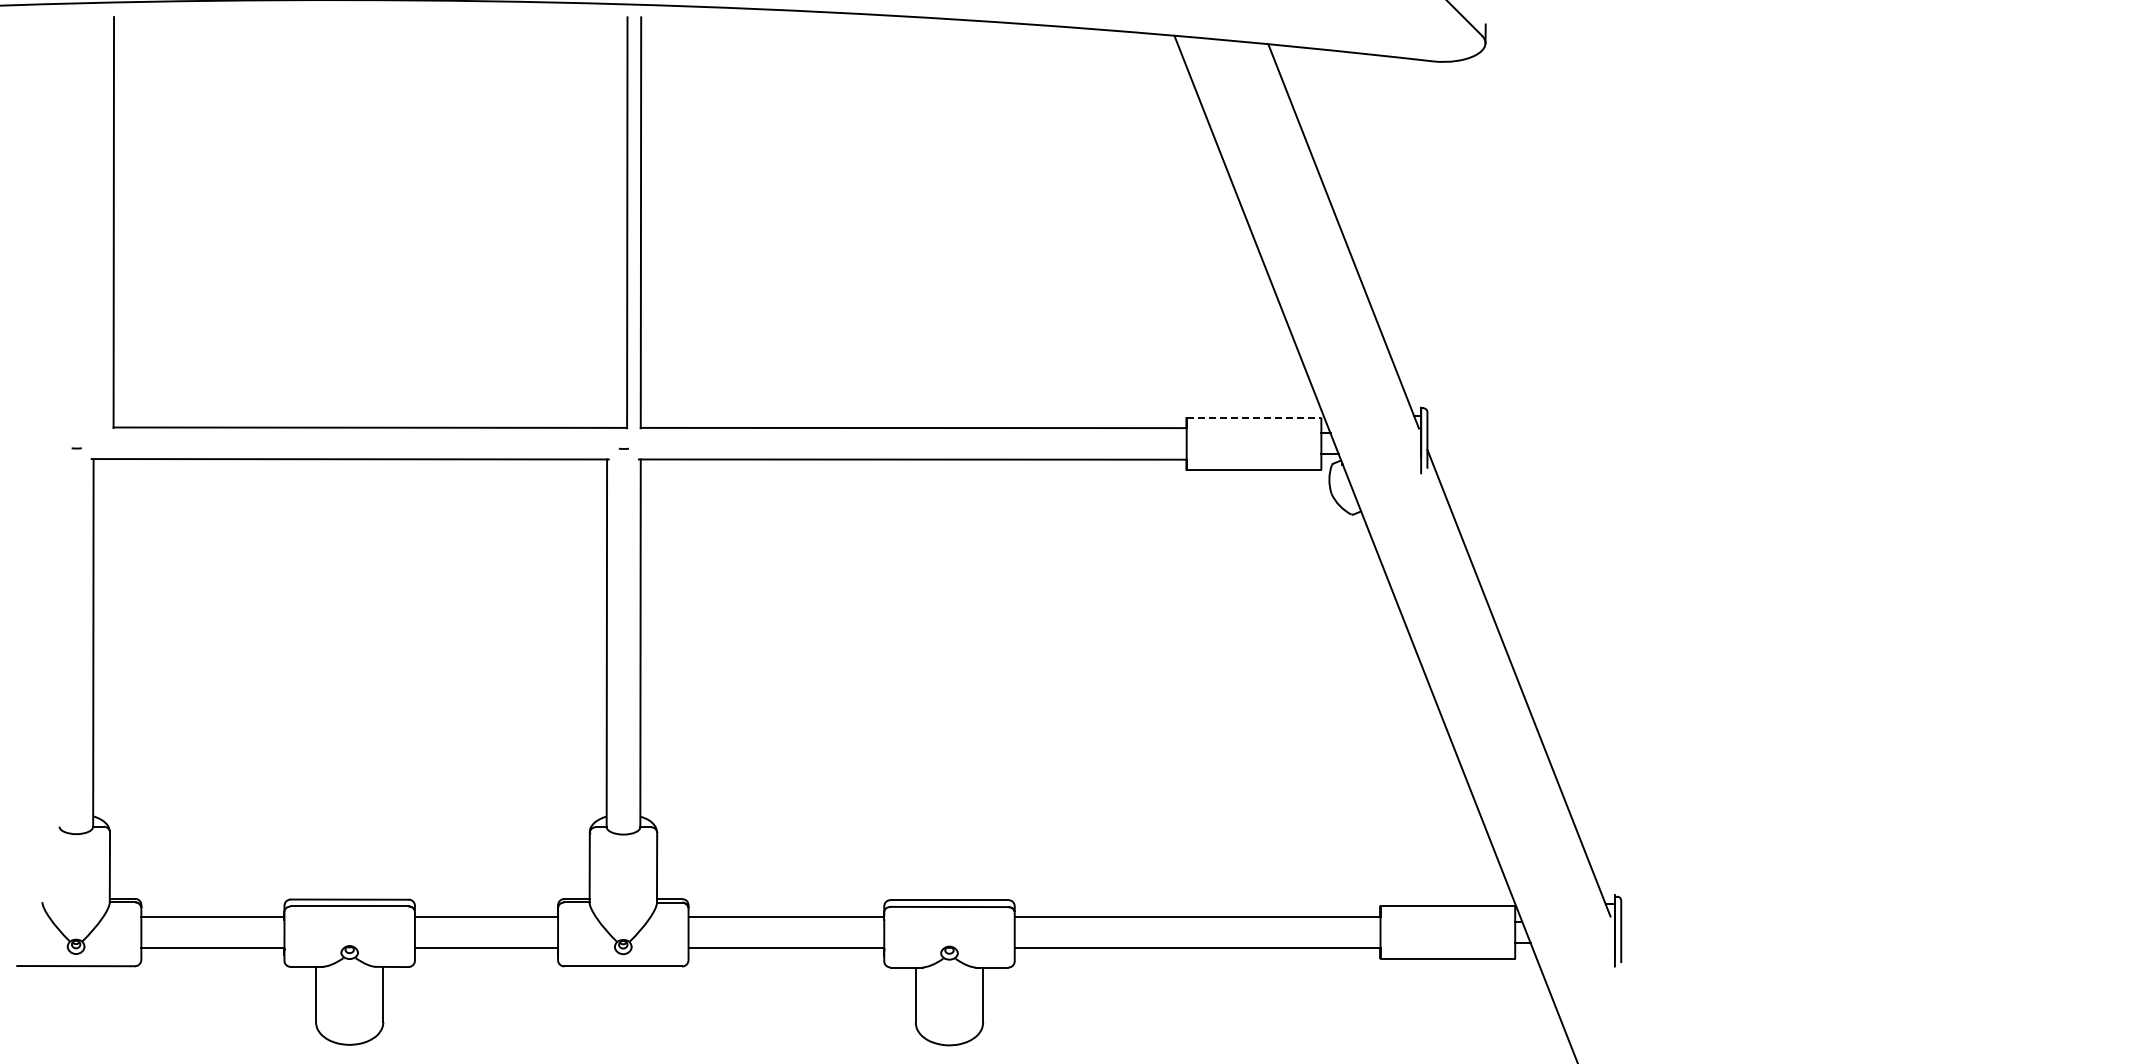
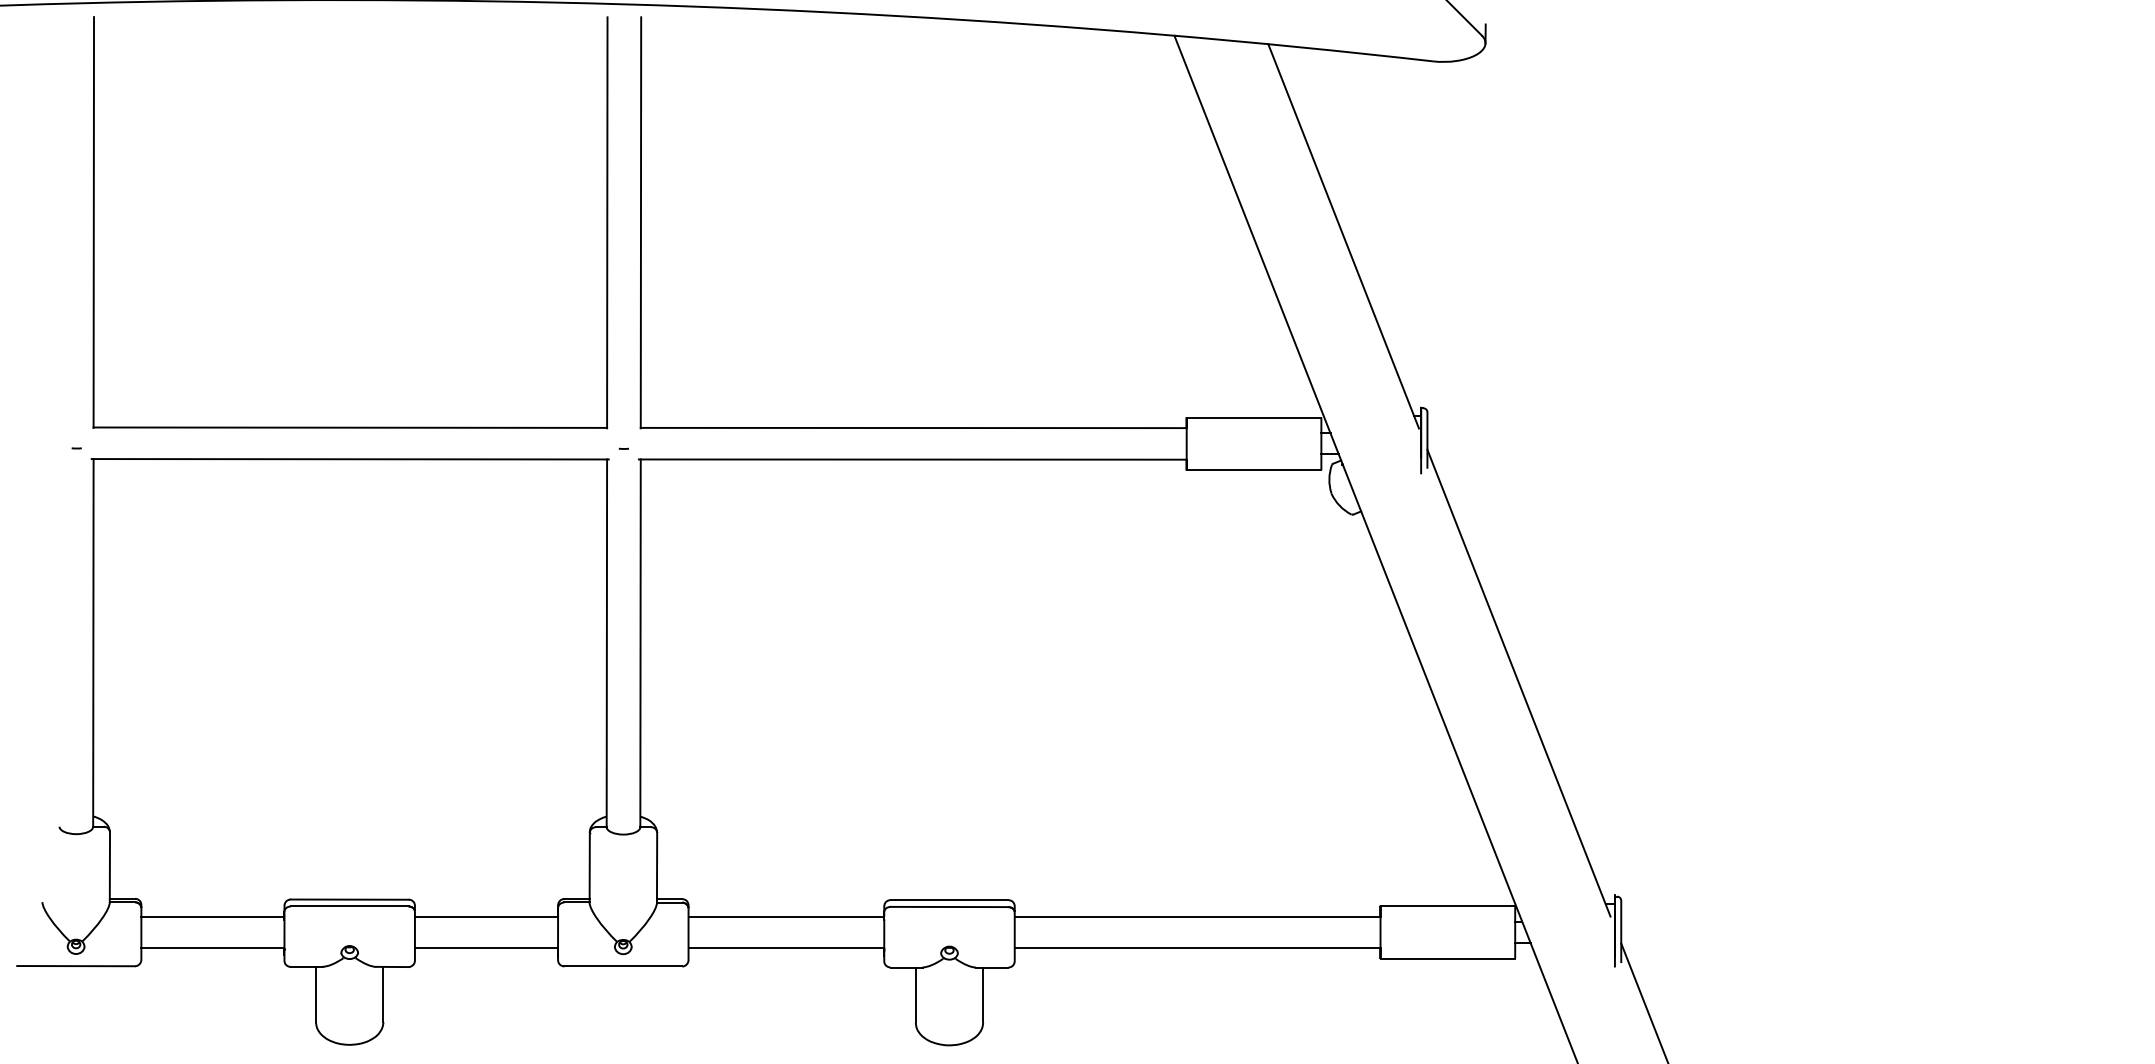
line at (1254, 417): dashed -> solid
part at (370, 426) position: (370, 426) -> (350, 426)
line at (1644, 1001): none -> present
